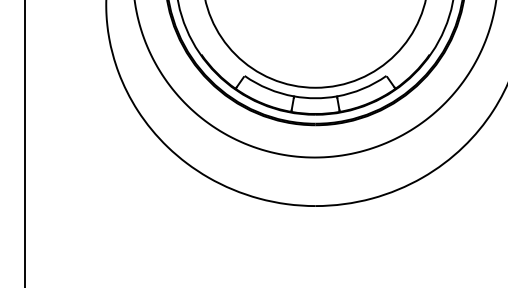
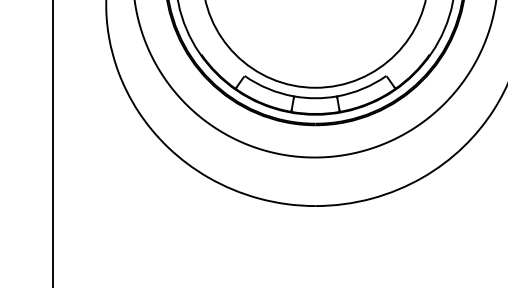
line at (25, 143) position: (25, 143) -> (53, 143)
